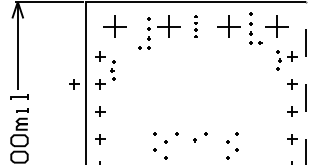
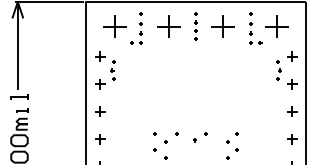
part at (195, 26) size: 4x23 px -> 4x29 px
part at (228, 26) position: (228, 26) -> (222, 26)
part at (144, 33) position: (144, 33) -> (136, 28)
part at (278, 60) position: (278, 60) -> (278, 70)
line at (305, 82): dashed -> solid
part at (74, 84): present -> none
